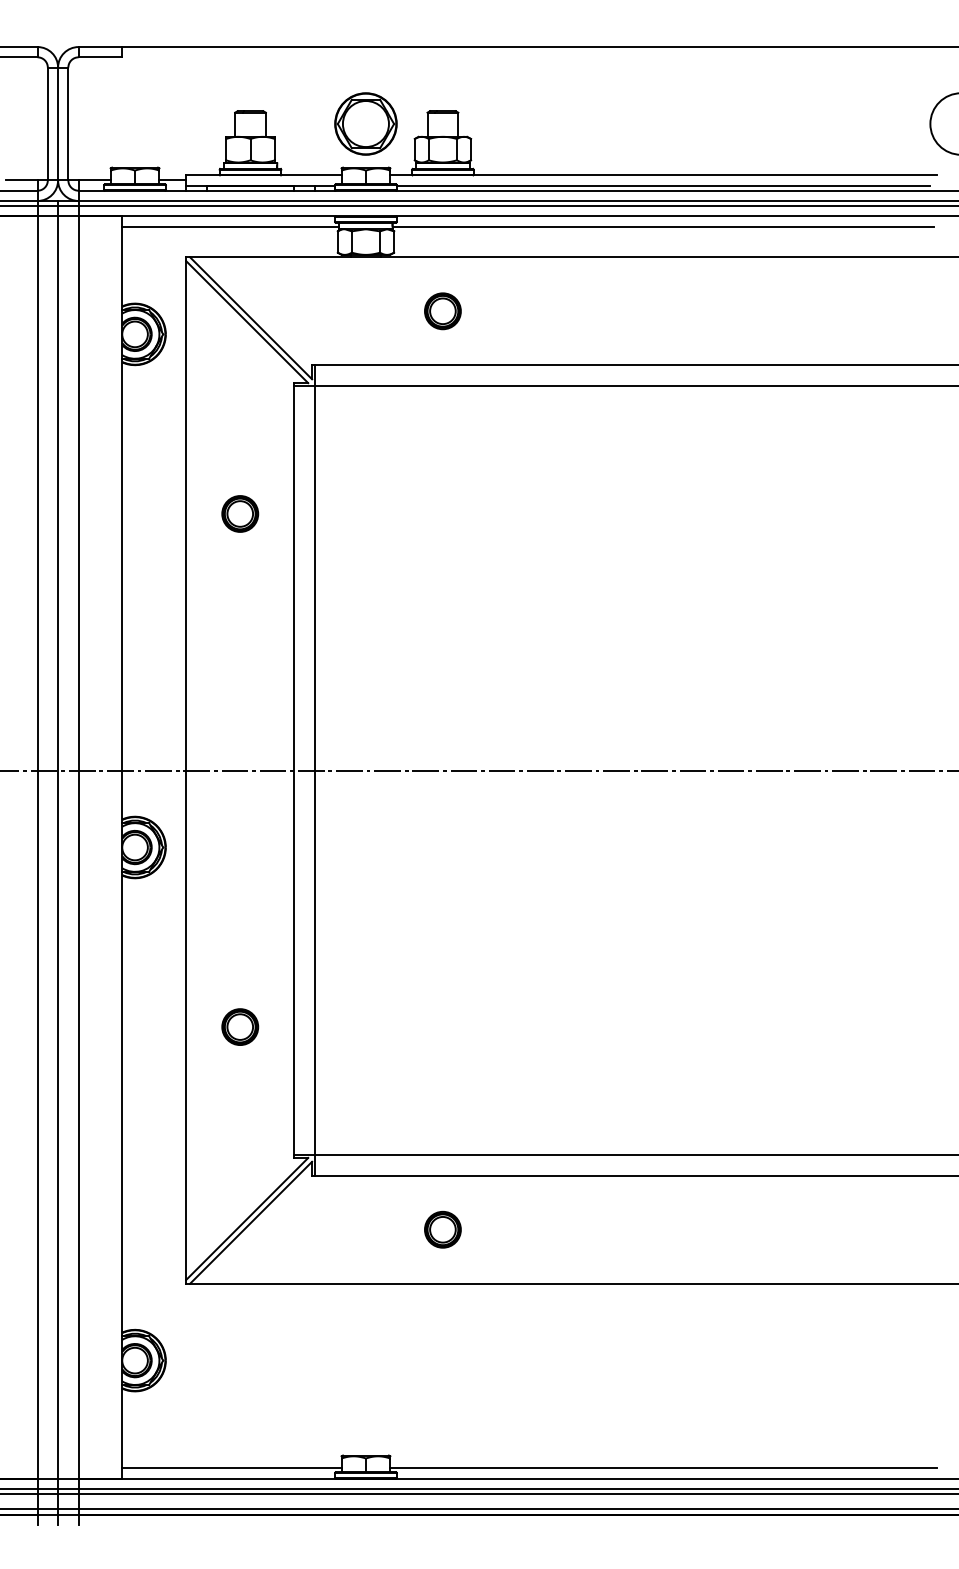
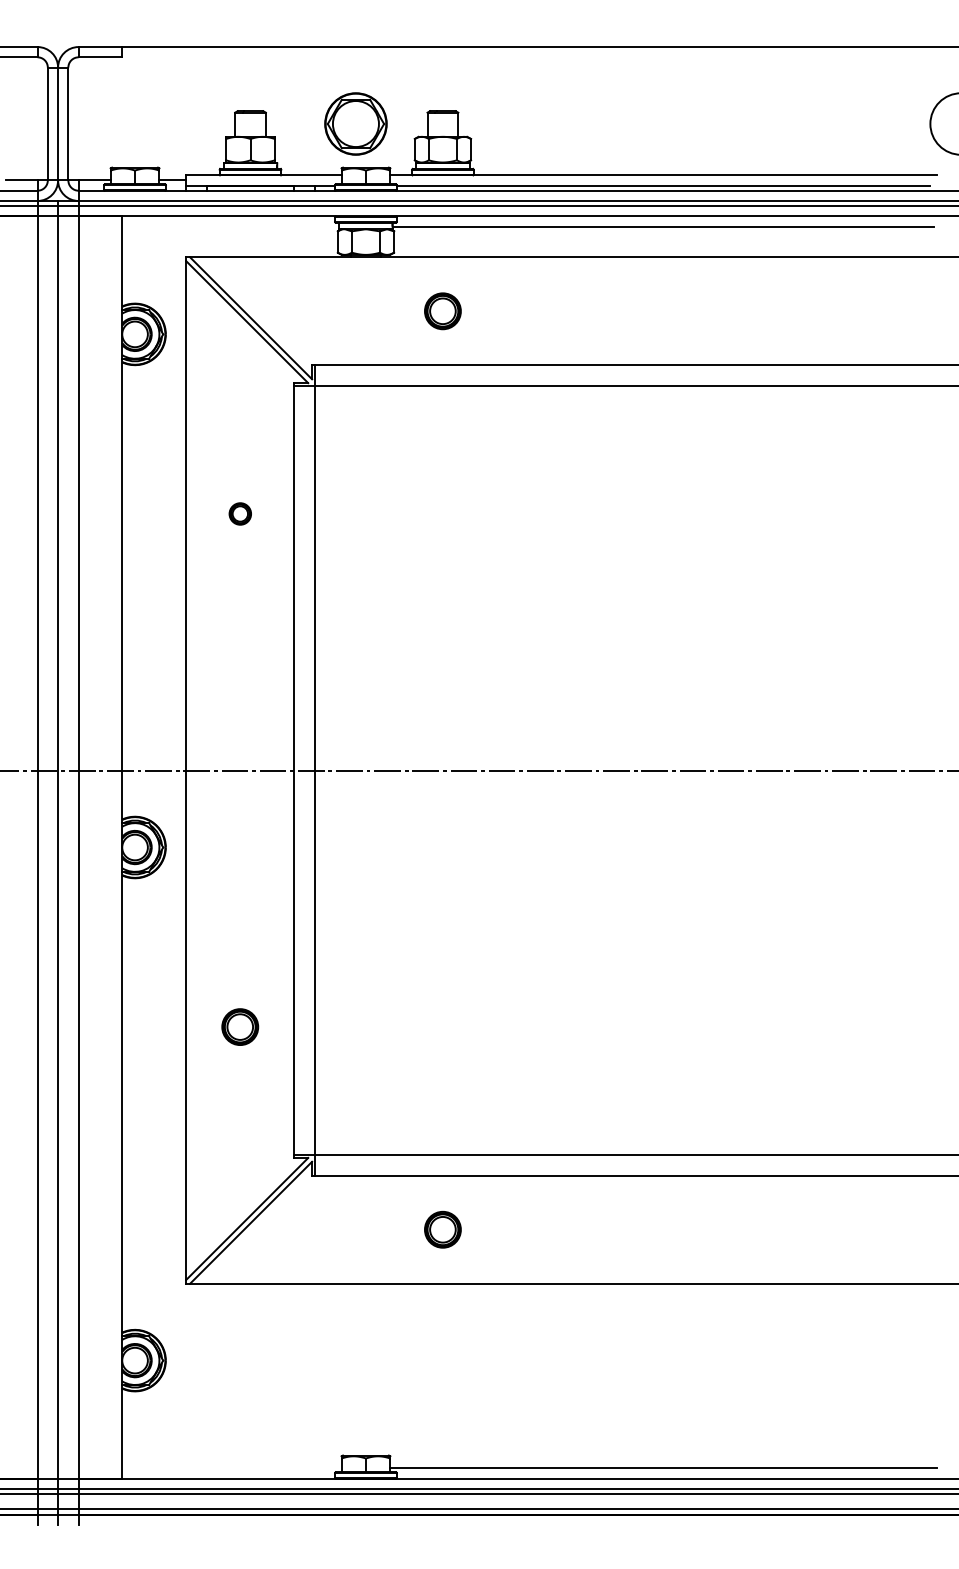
part at (365, 123) position: (365, 123) -> (355, 123)
line at (230, 226): present -> none
part at (240, 513) size: 39x38 px -> 24x24 px
line at (231, 1468): present -> none
